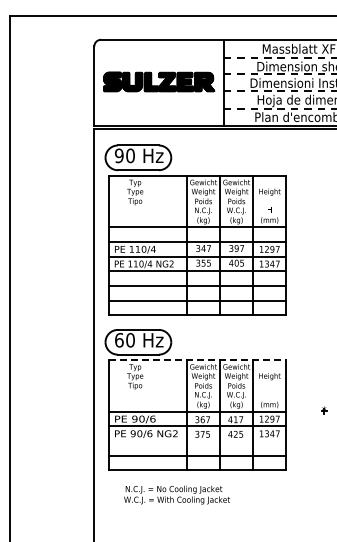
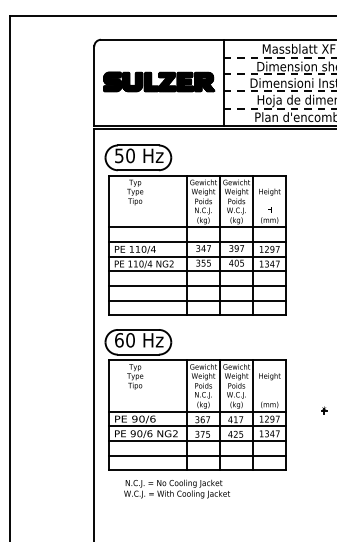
text at (118, 155): 90 -> 50
line at (197, 360): dashed -> solid
line at (197, 441): none -> present
text at (176, 494) position: (176, 494) -> (176, 488)
